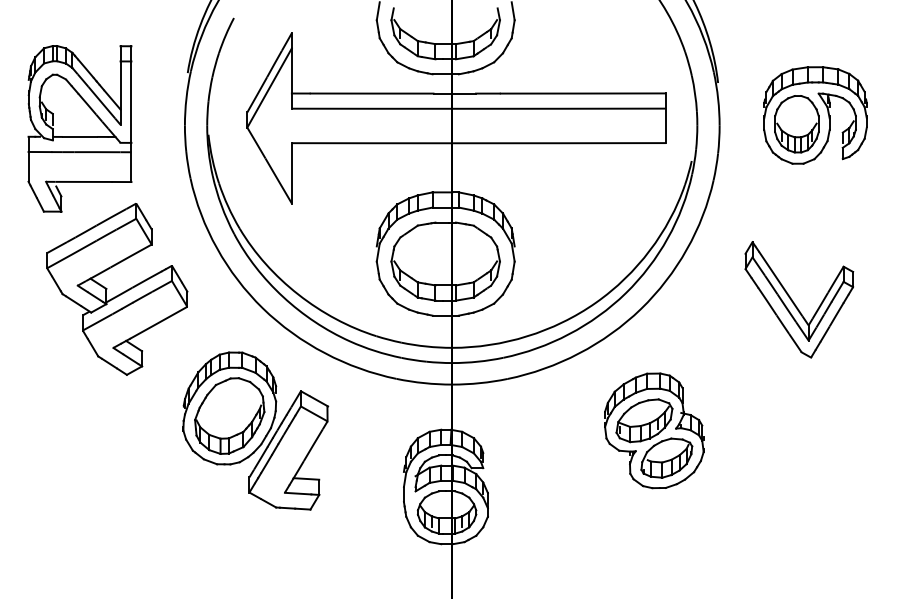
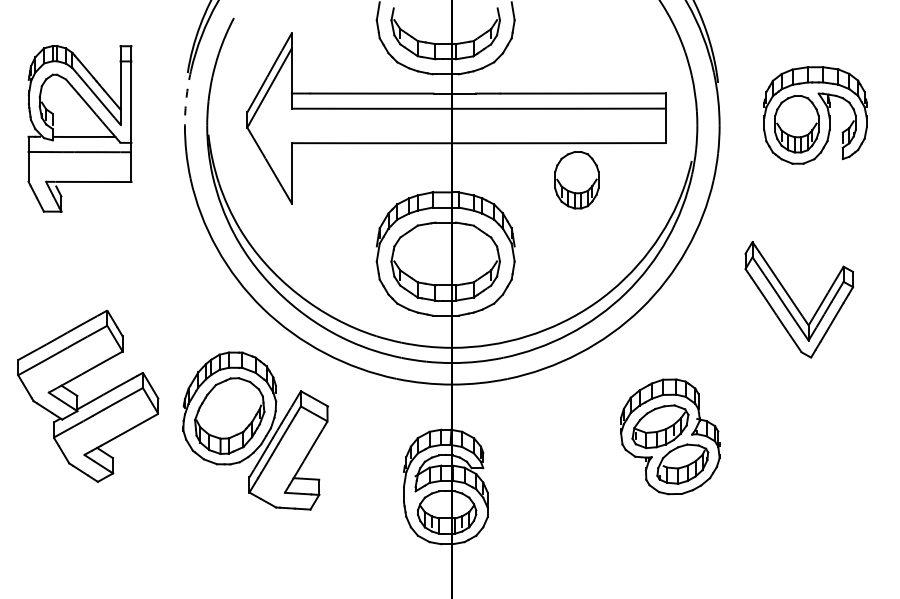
arc at (186, 98): solid -> dashed
part at (576, 180): none -> present
part at (117, 289) position: (117, 289) -> (88, 396)
part at (654, 430) position: (654, 430) -> (670, 436)
